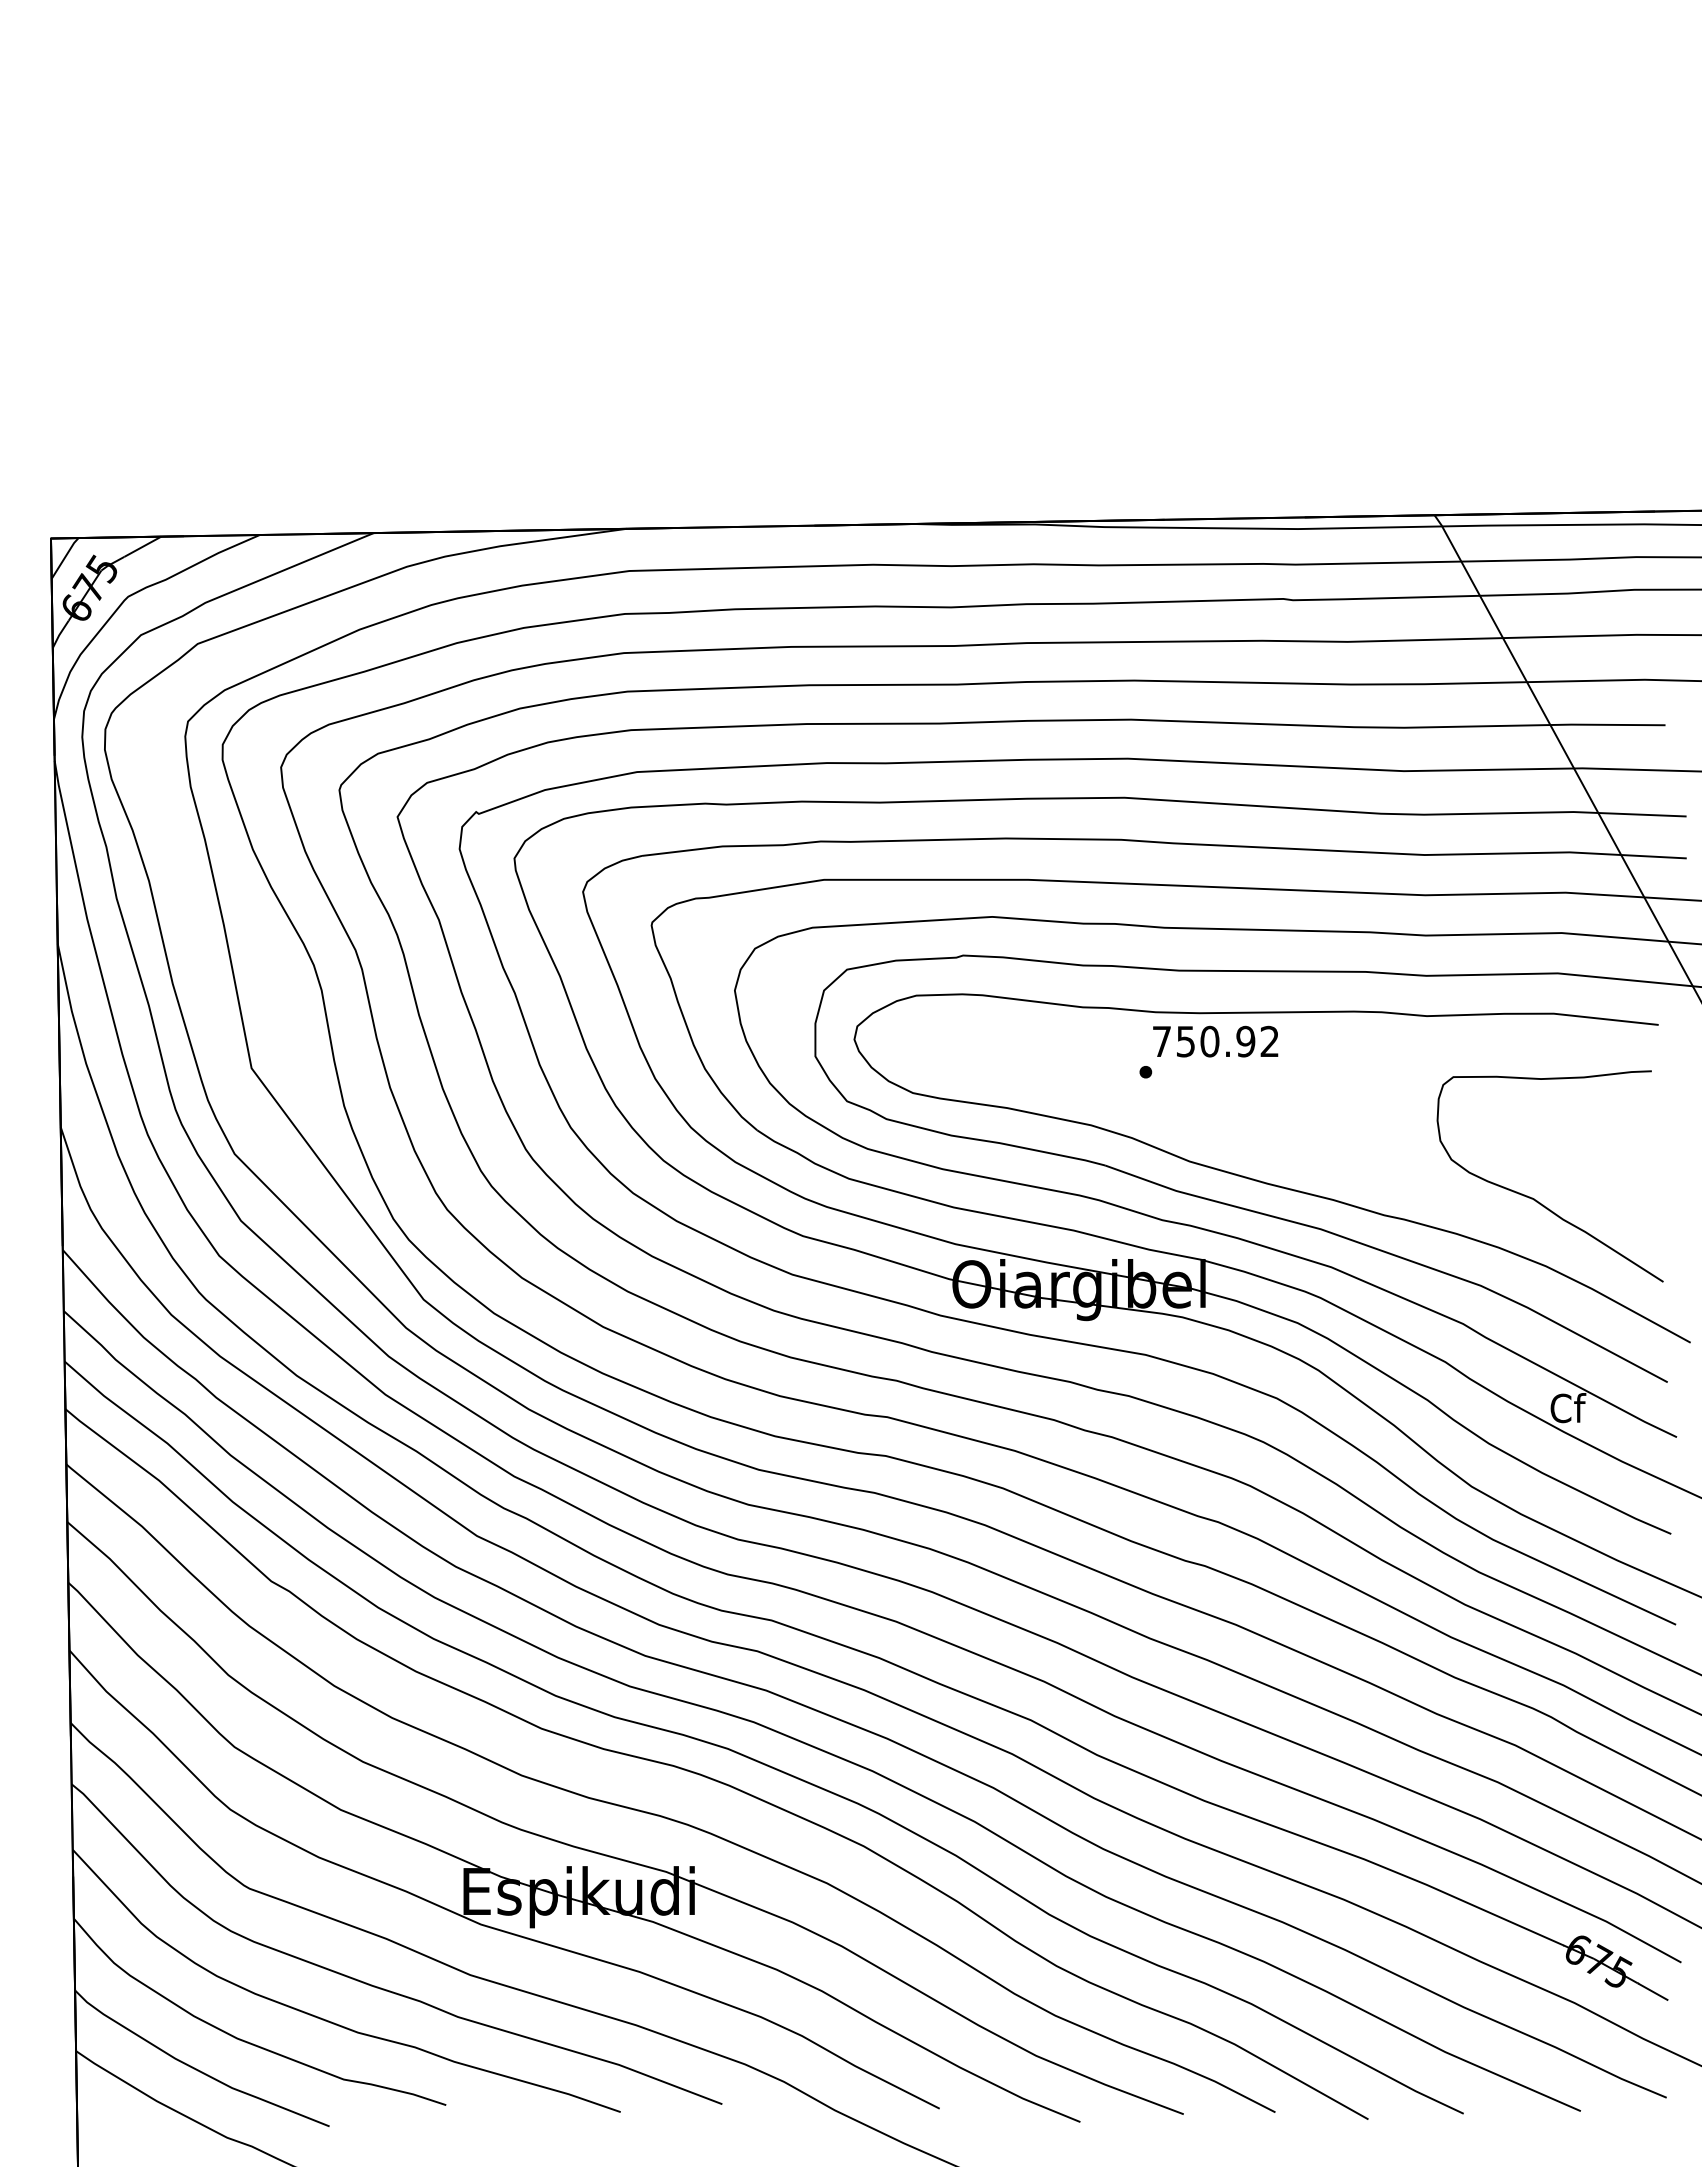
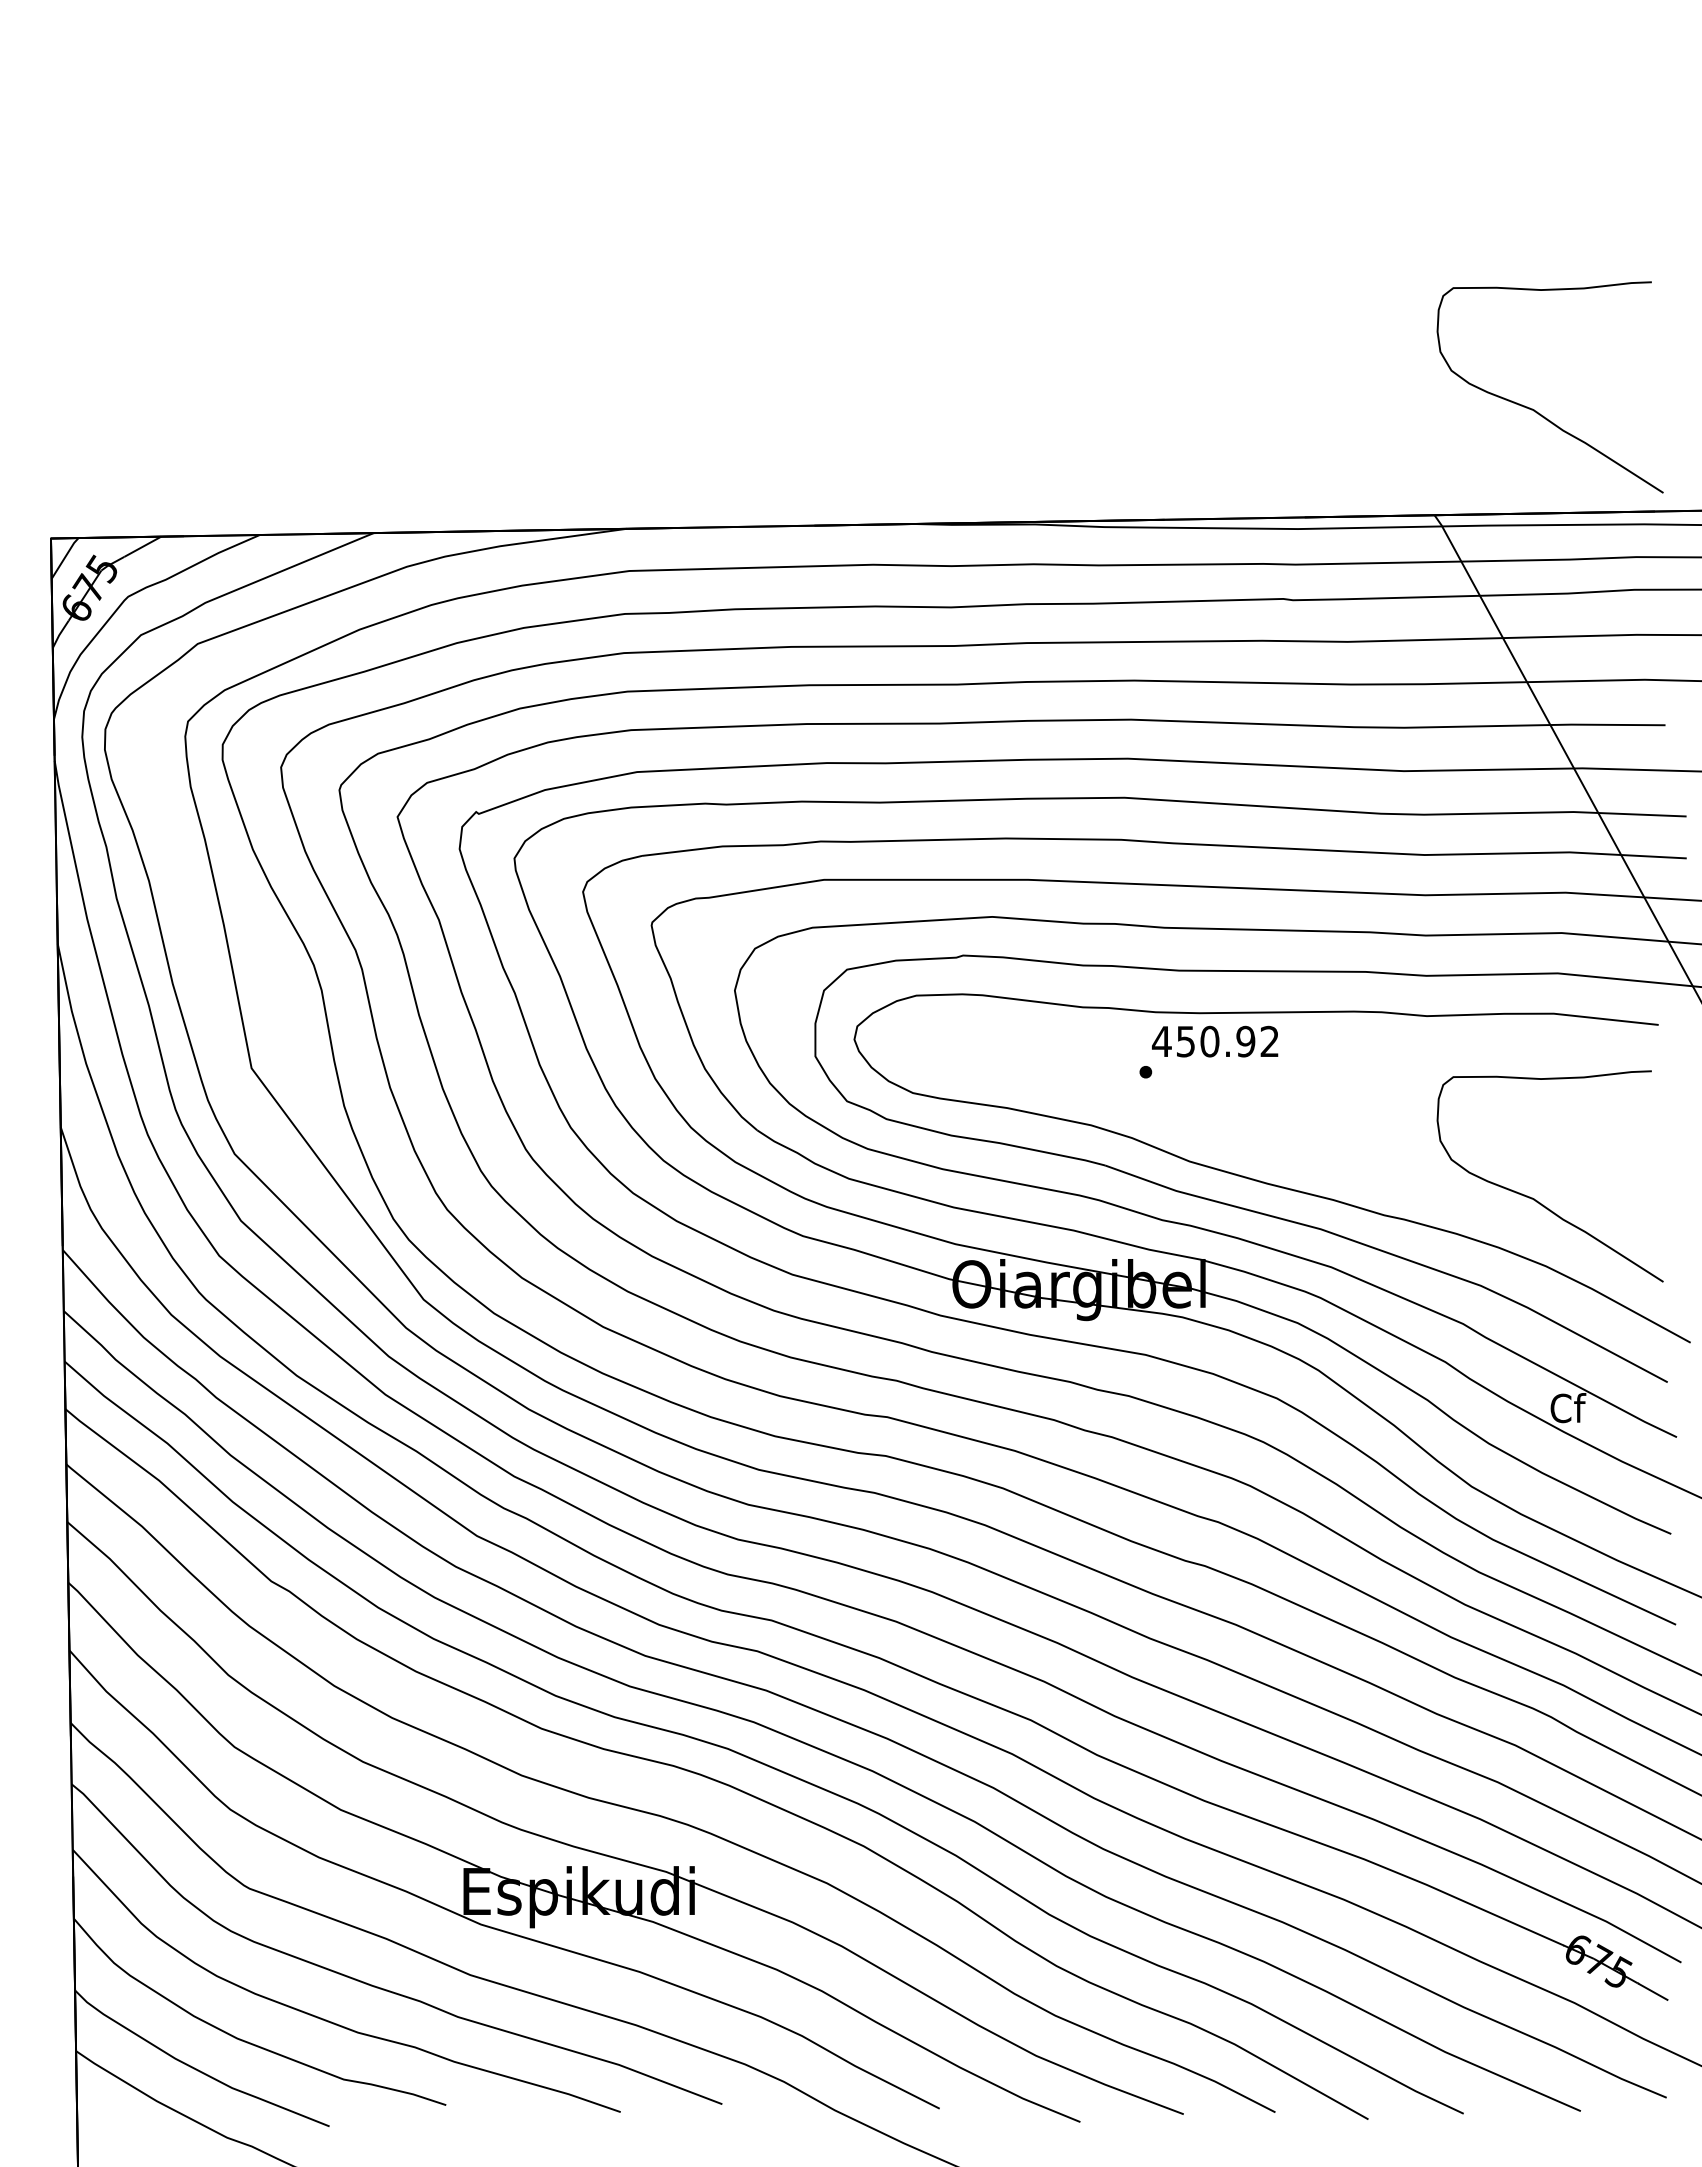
curve at (1534, 409): none -> present
text at (1161, 1041): 750.92 -> 450.92
